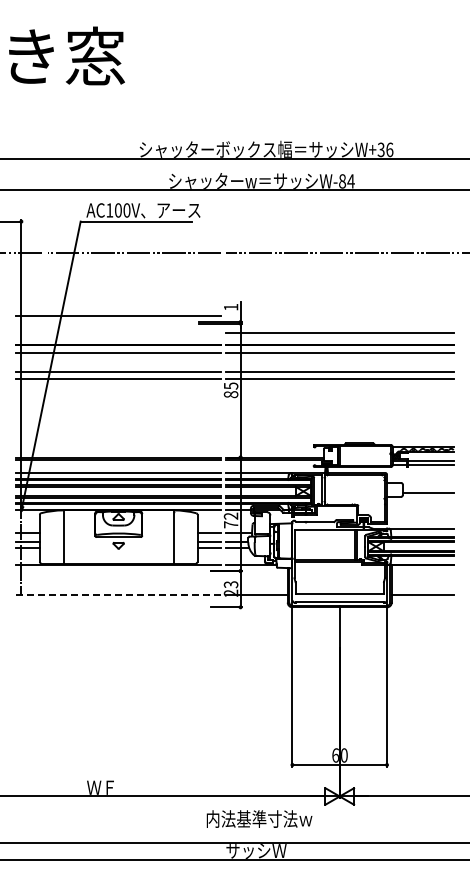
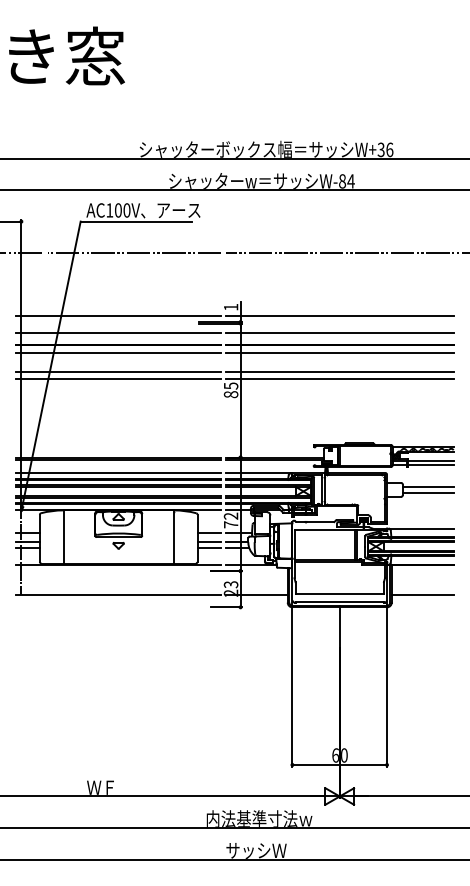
line at (339, 315): none -> present
line at (118, 332): none -> present
line at (427, 487): none -> present
line at (119, 594): dashed -> solid
line at (234, 843) position: (234, 843) -> (234, 828)
